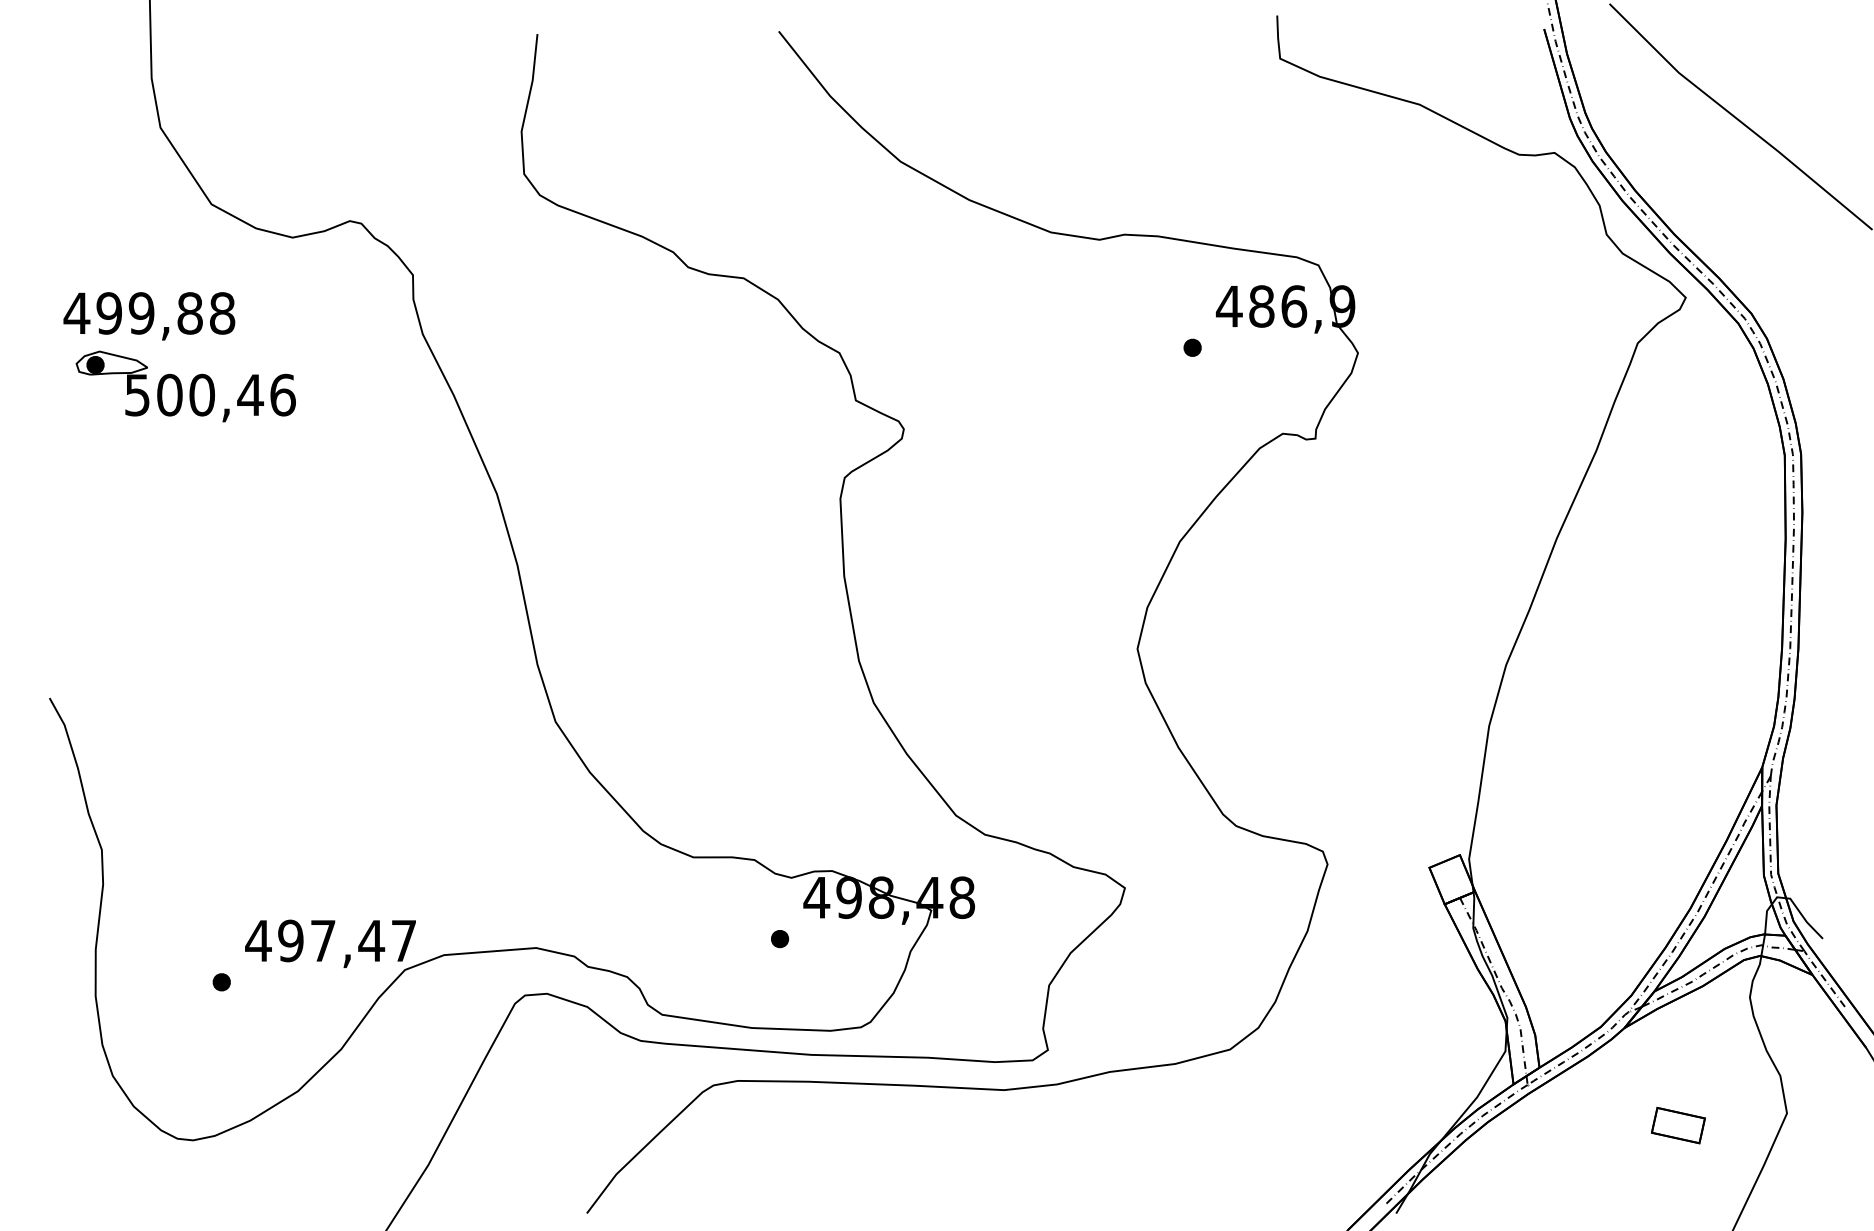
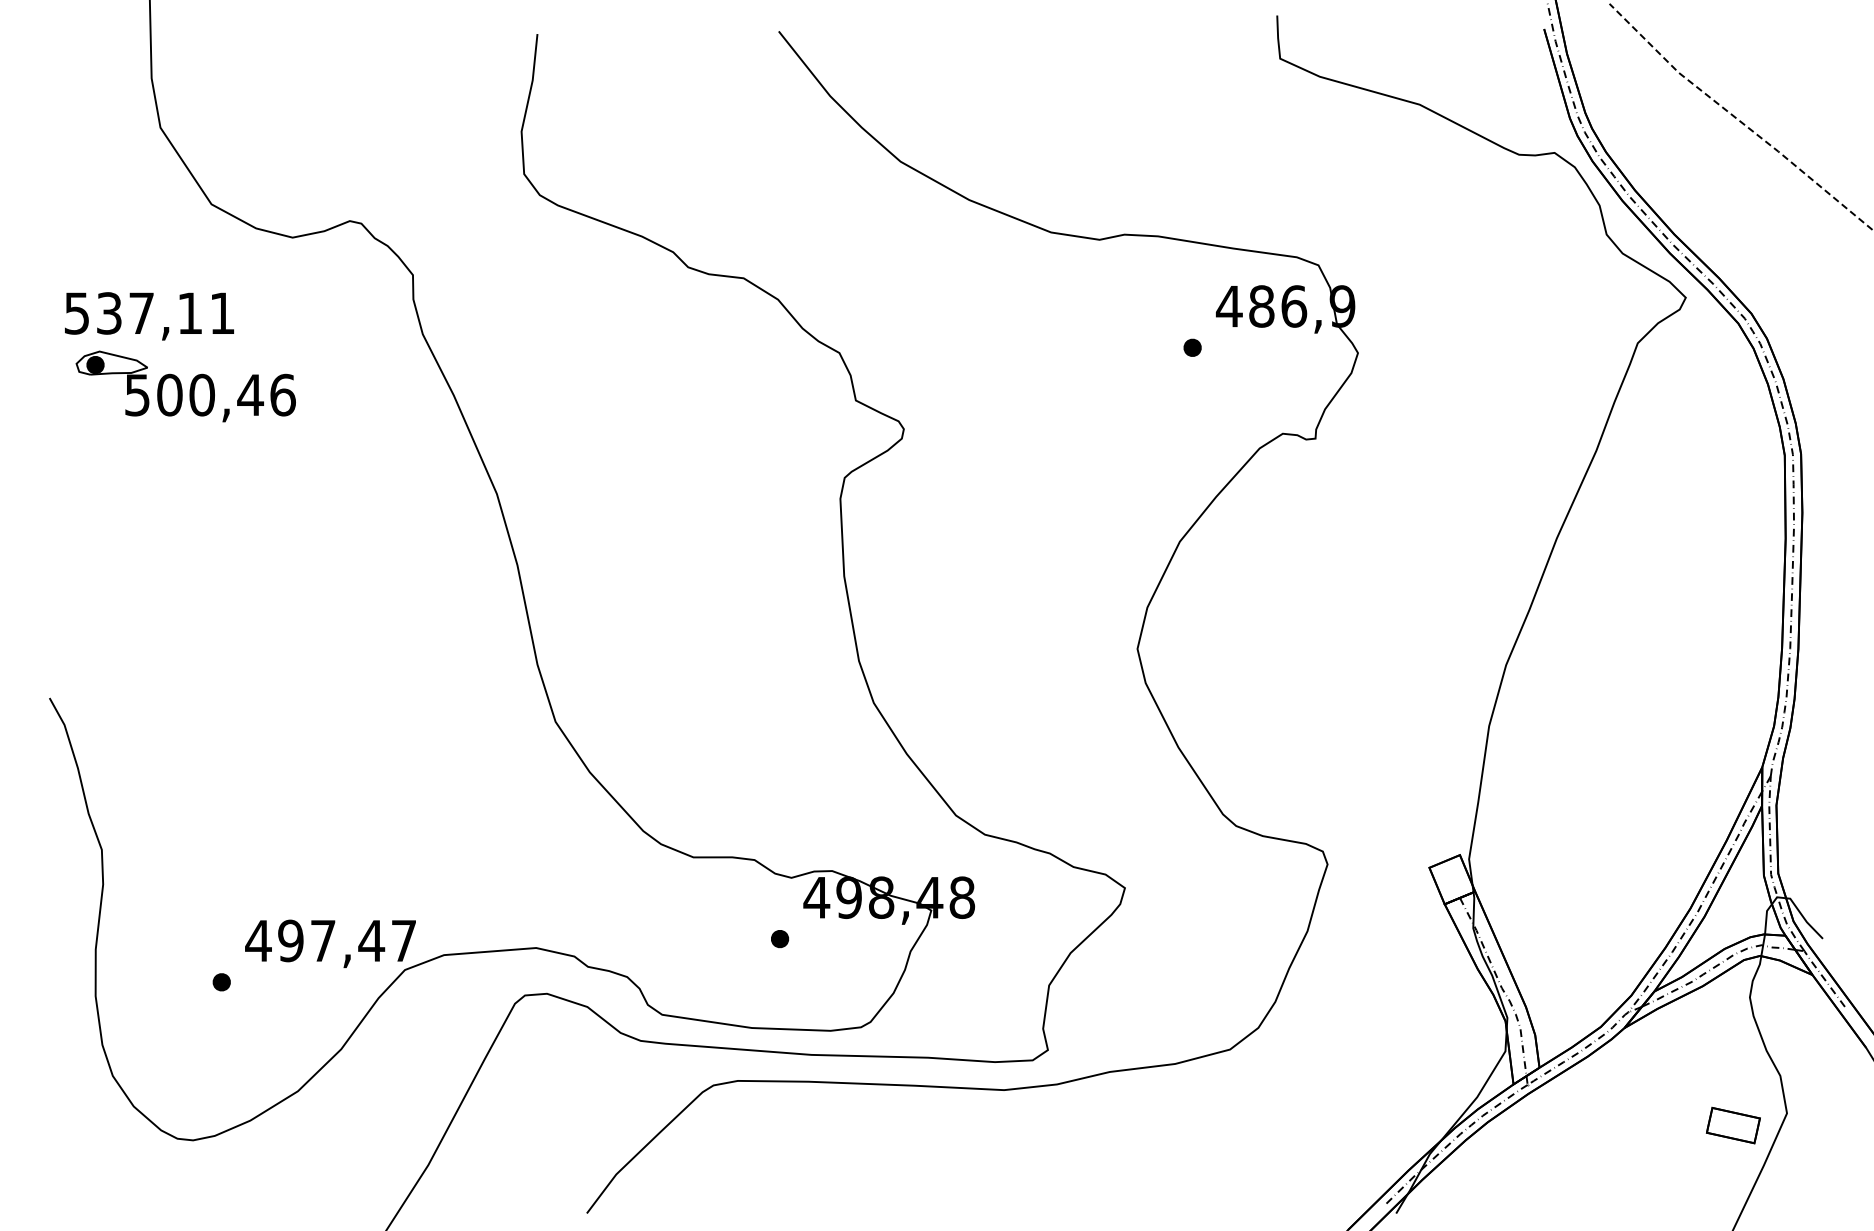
line at (1738, 119): solid -> dashed
text at (149, 313): 499,88 -> 537,11
part at (1677, 1125) position: (1677, 1125) -> (1732, 1125)
